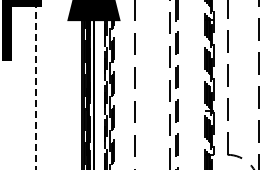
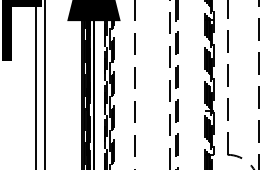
line at (35, 84): dashed -> solid
line at (44, 84): none -> present
